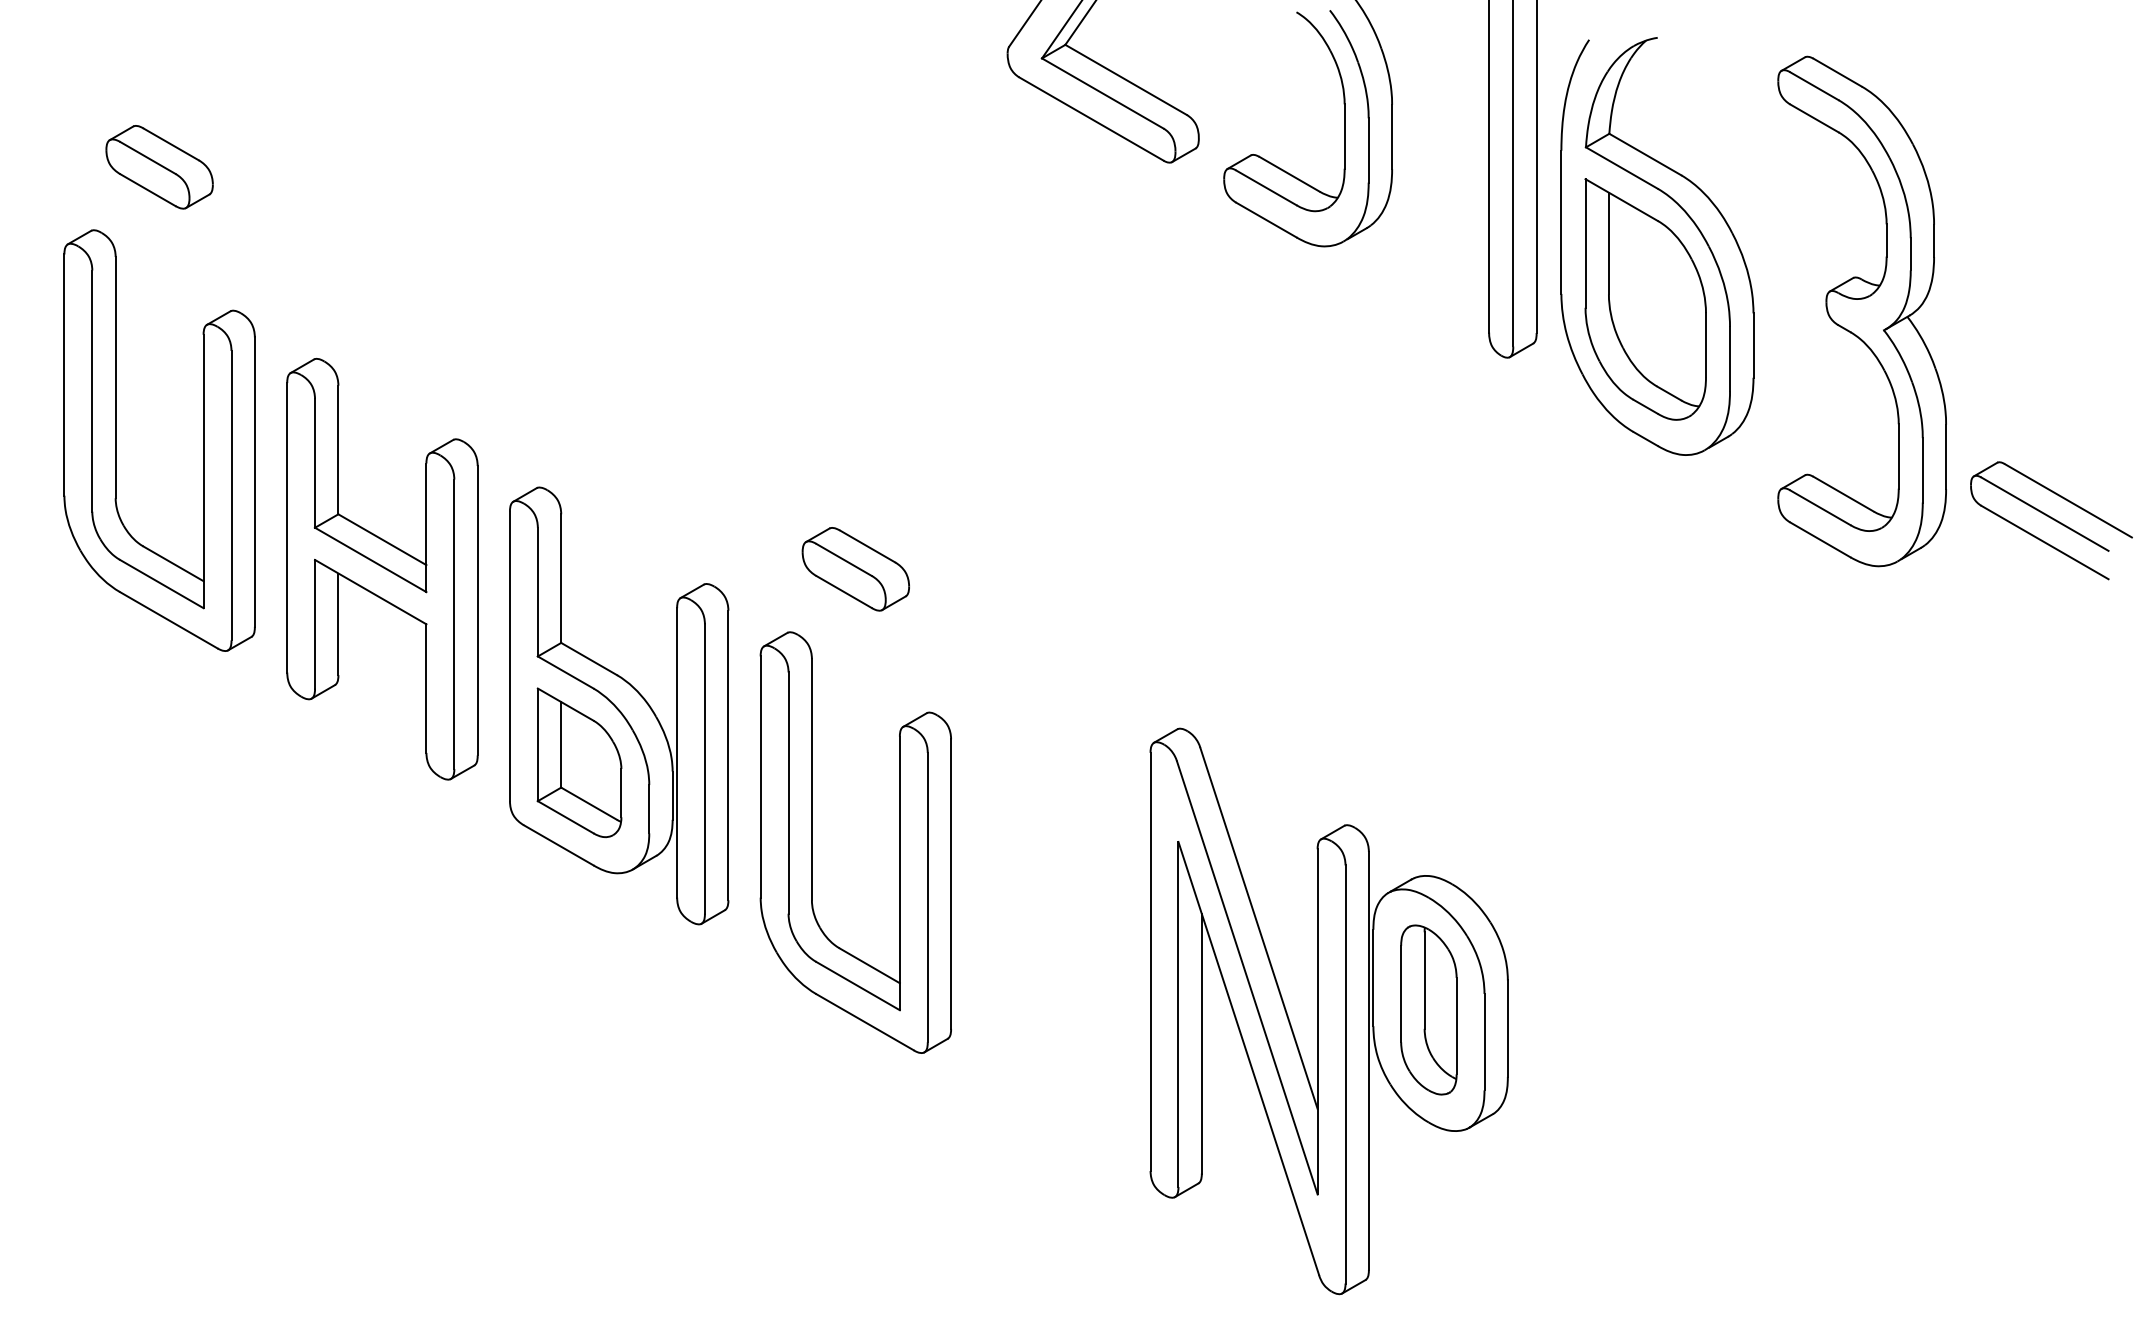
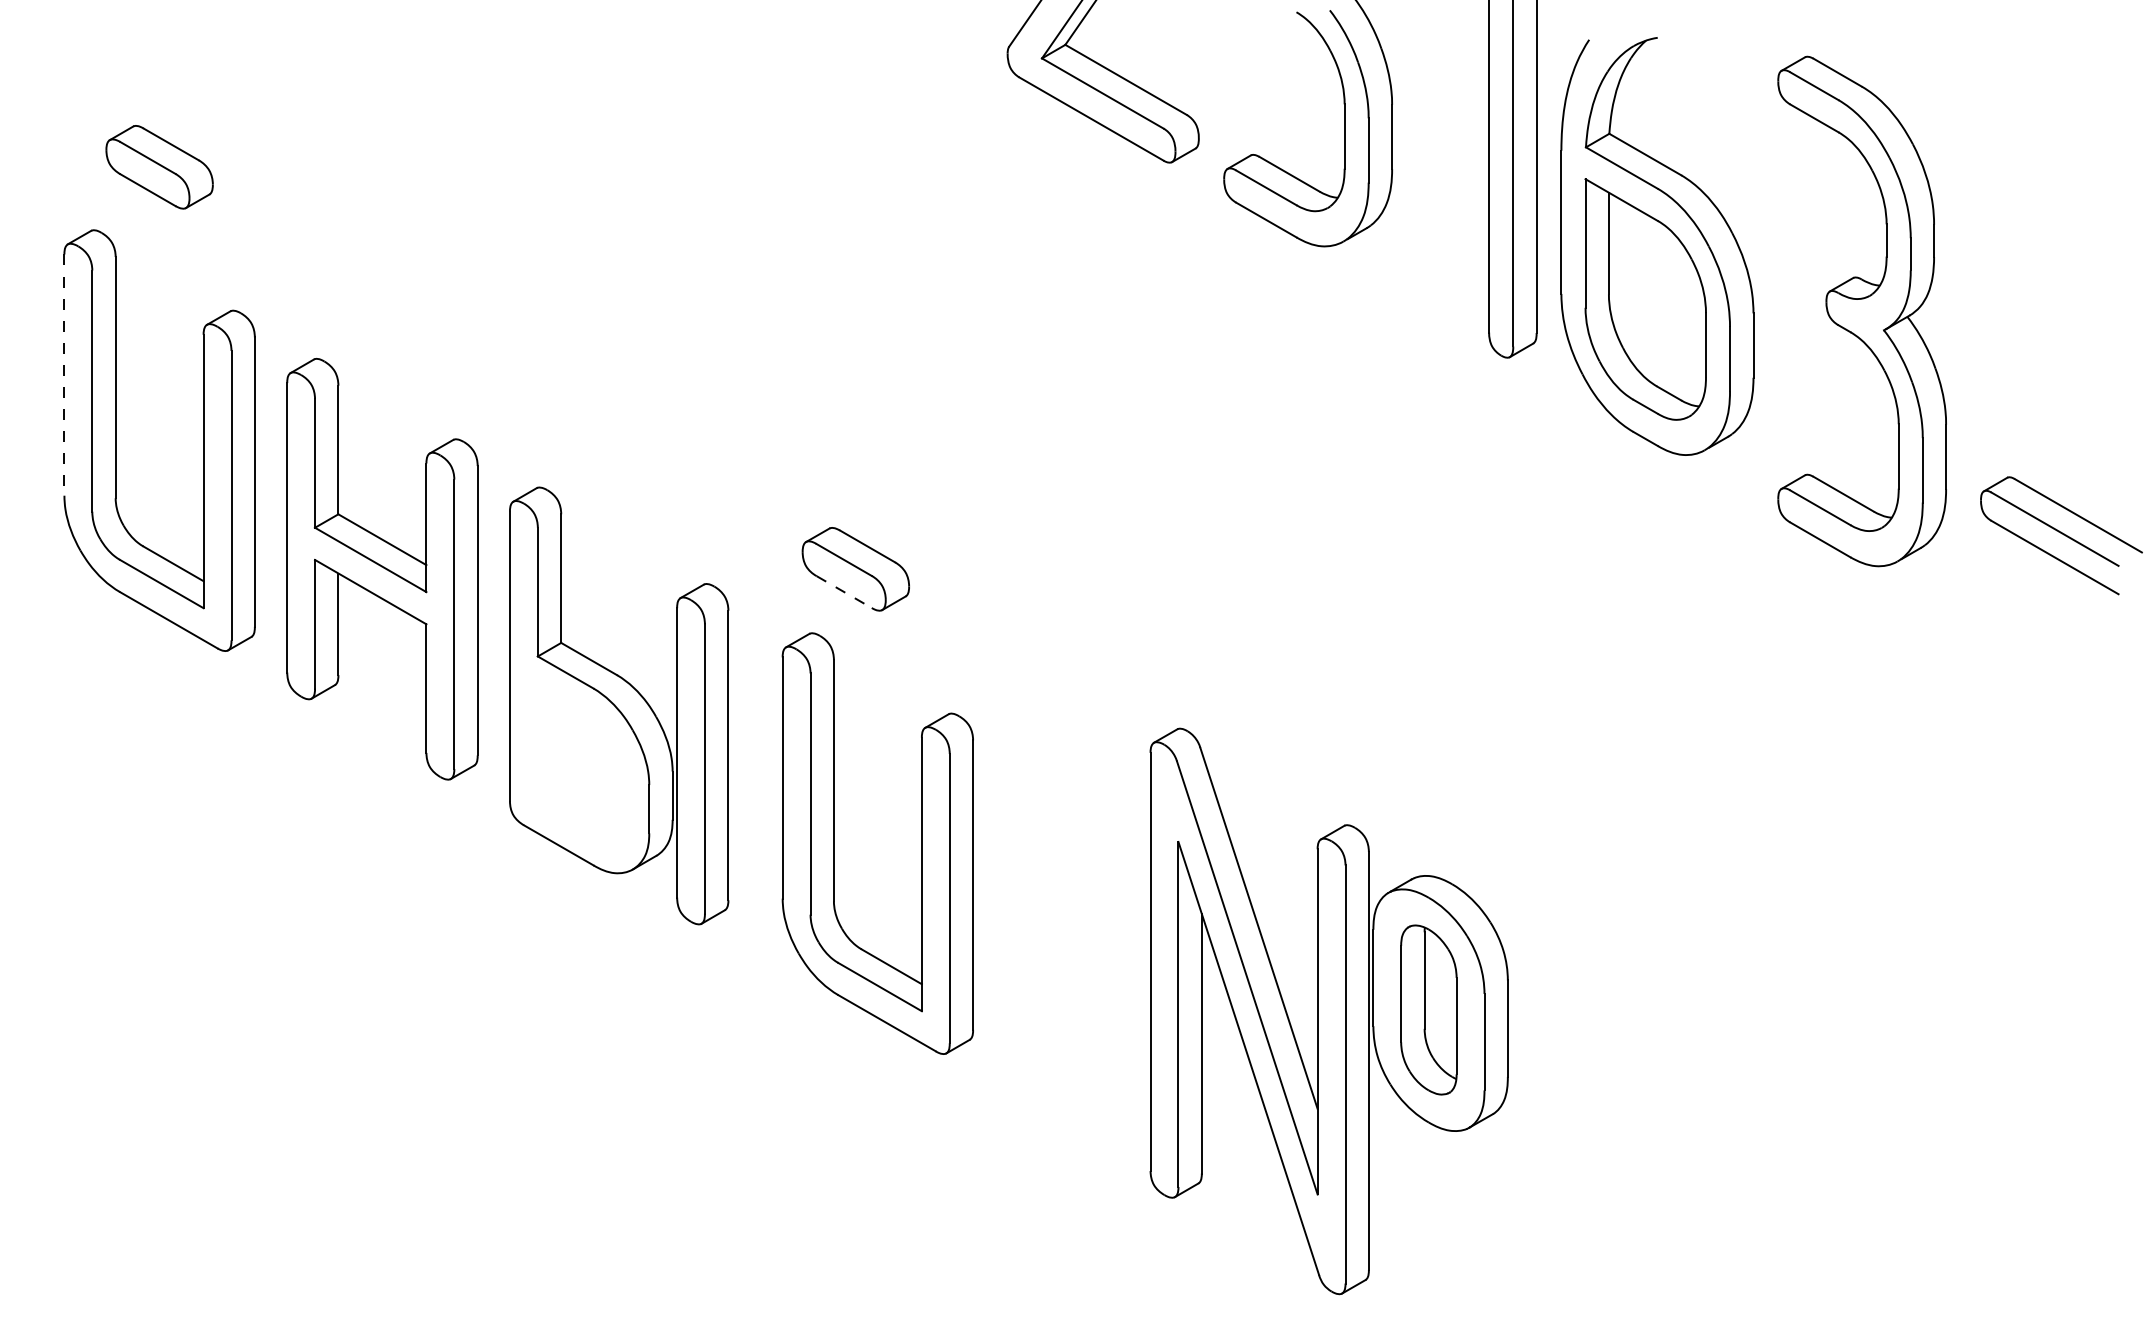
line at (64, 375): solid -> dashed
part at (2051, 520) position: (2051, 520) -> (2061, 535)
line at (844, 592): solid -> dashed
part at (579, 762): present -> none
part at (812, 842) position: (812, 842) -> (834, 843)
